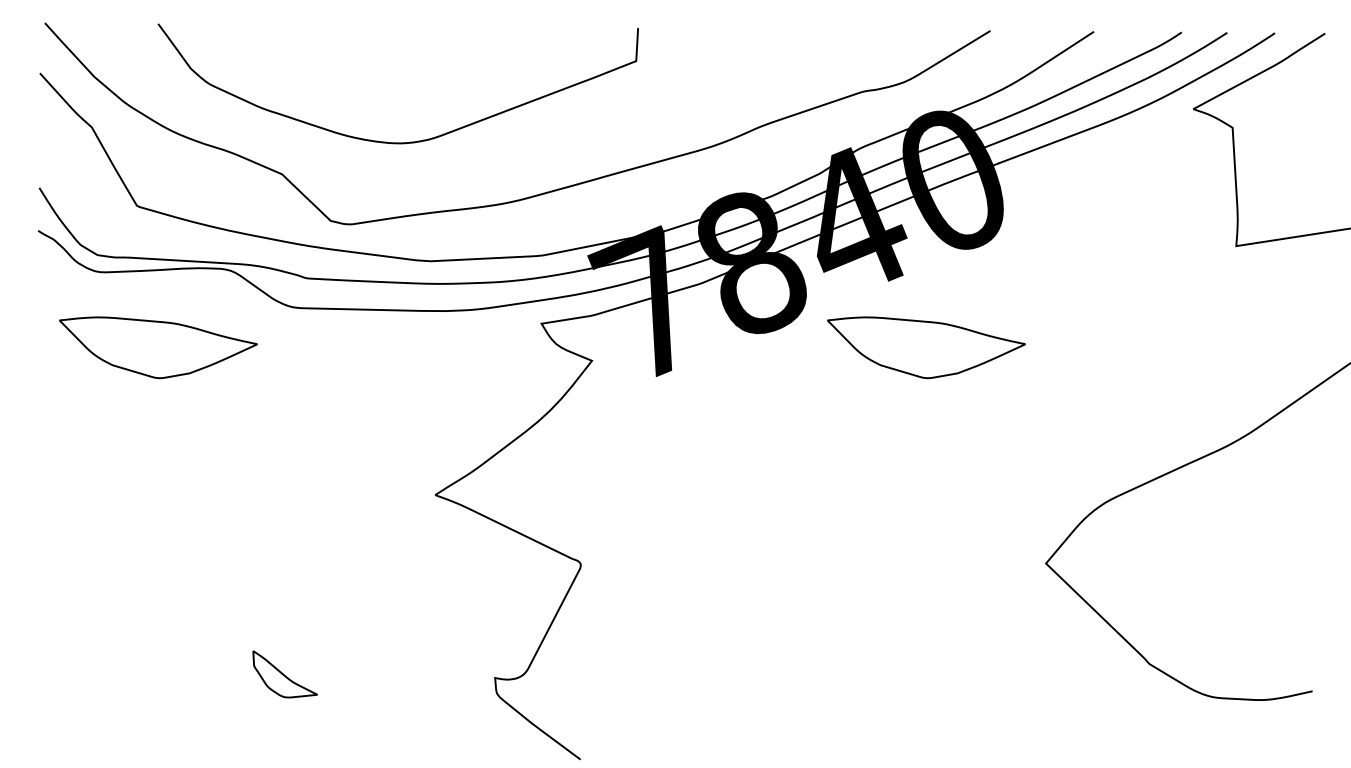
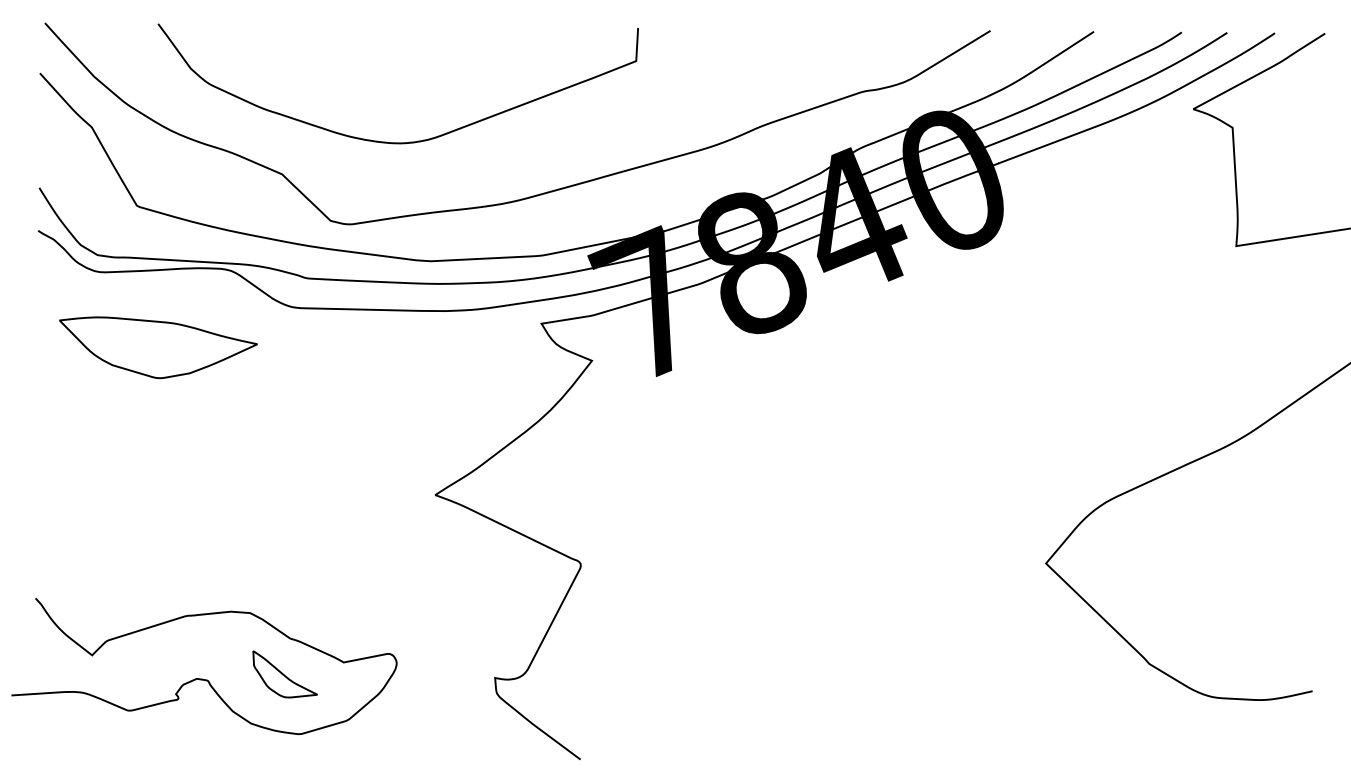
part at (926, 347): present -> none
curve at (203, 678): none -> present
